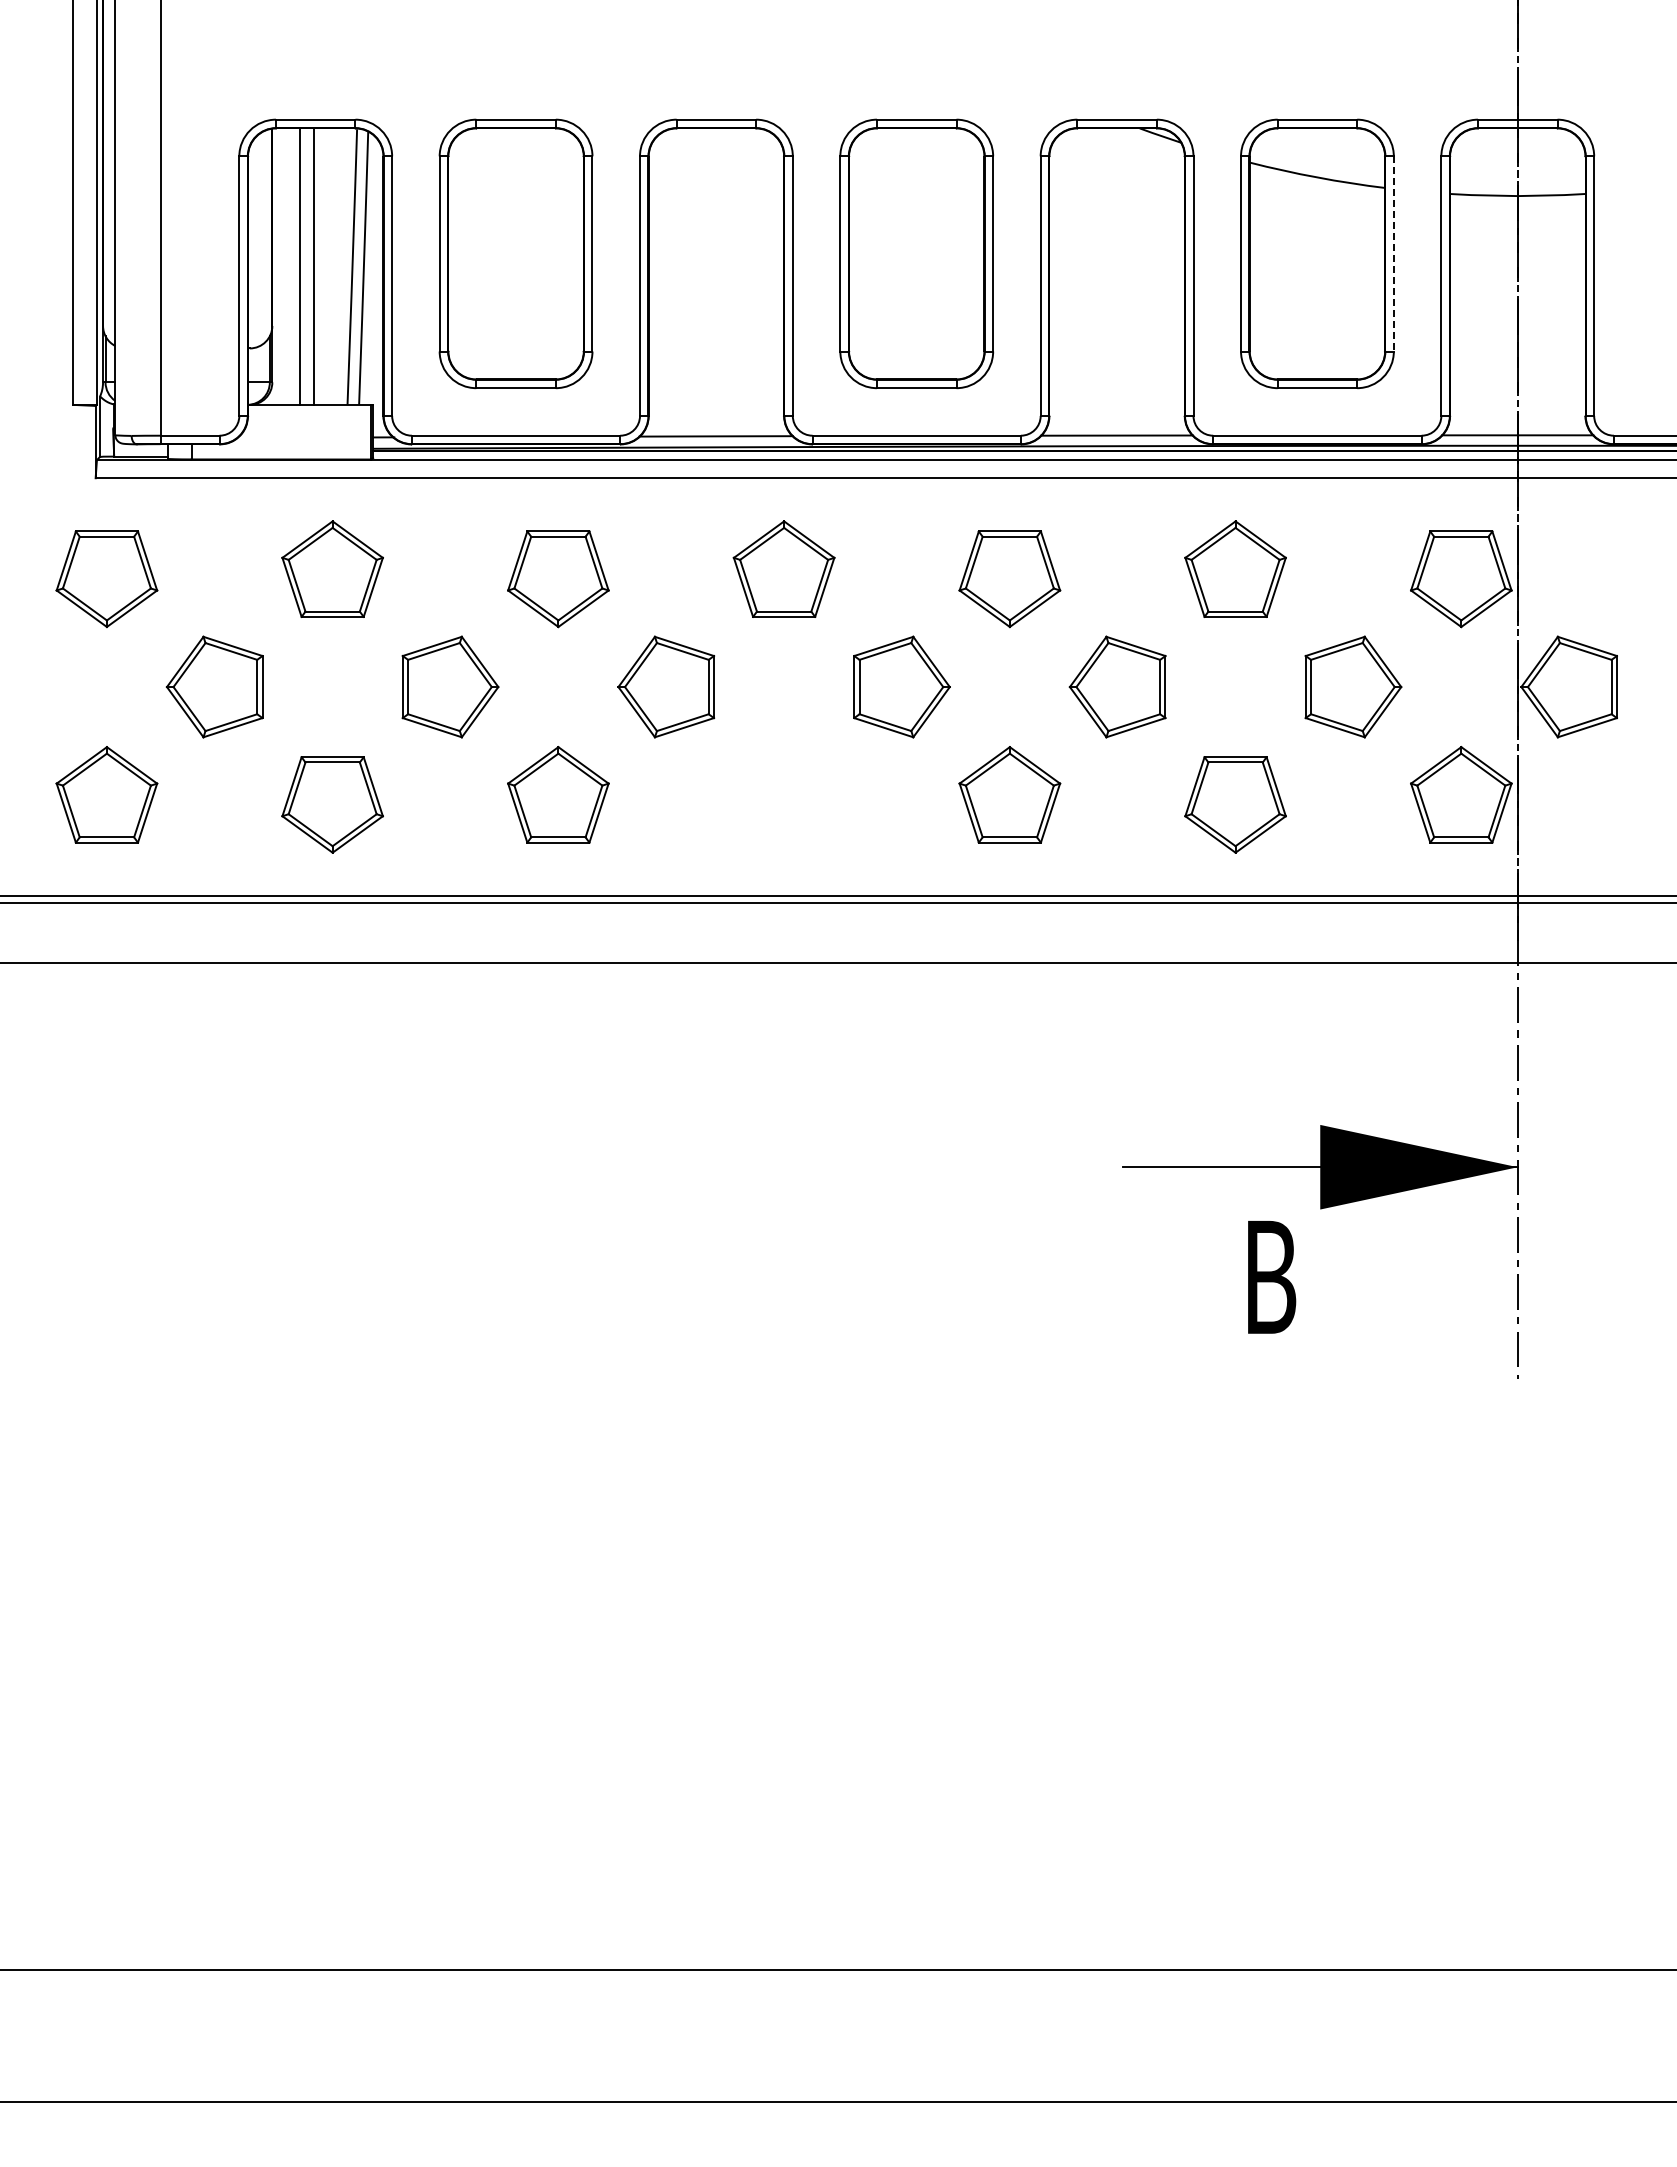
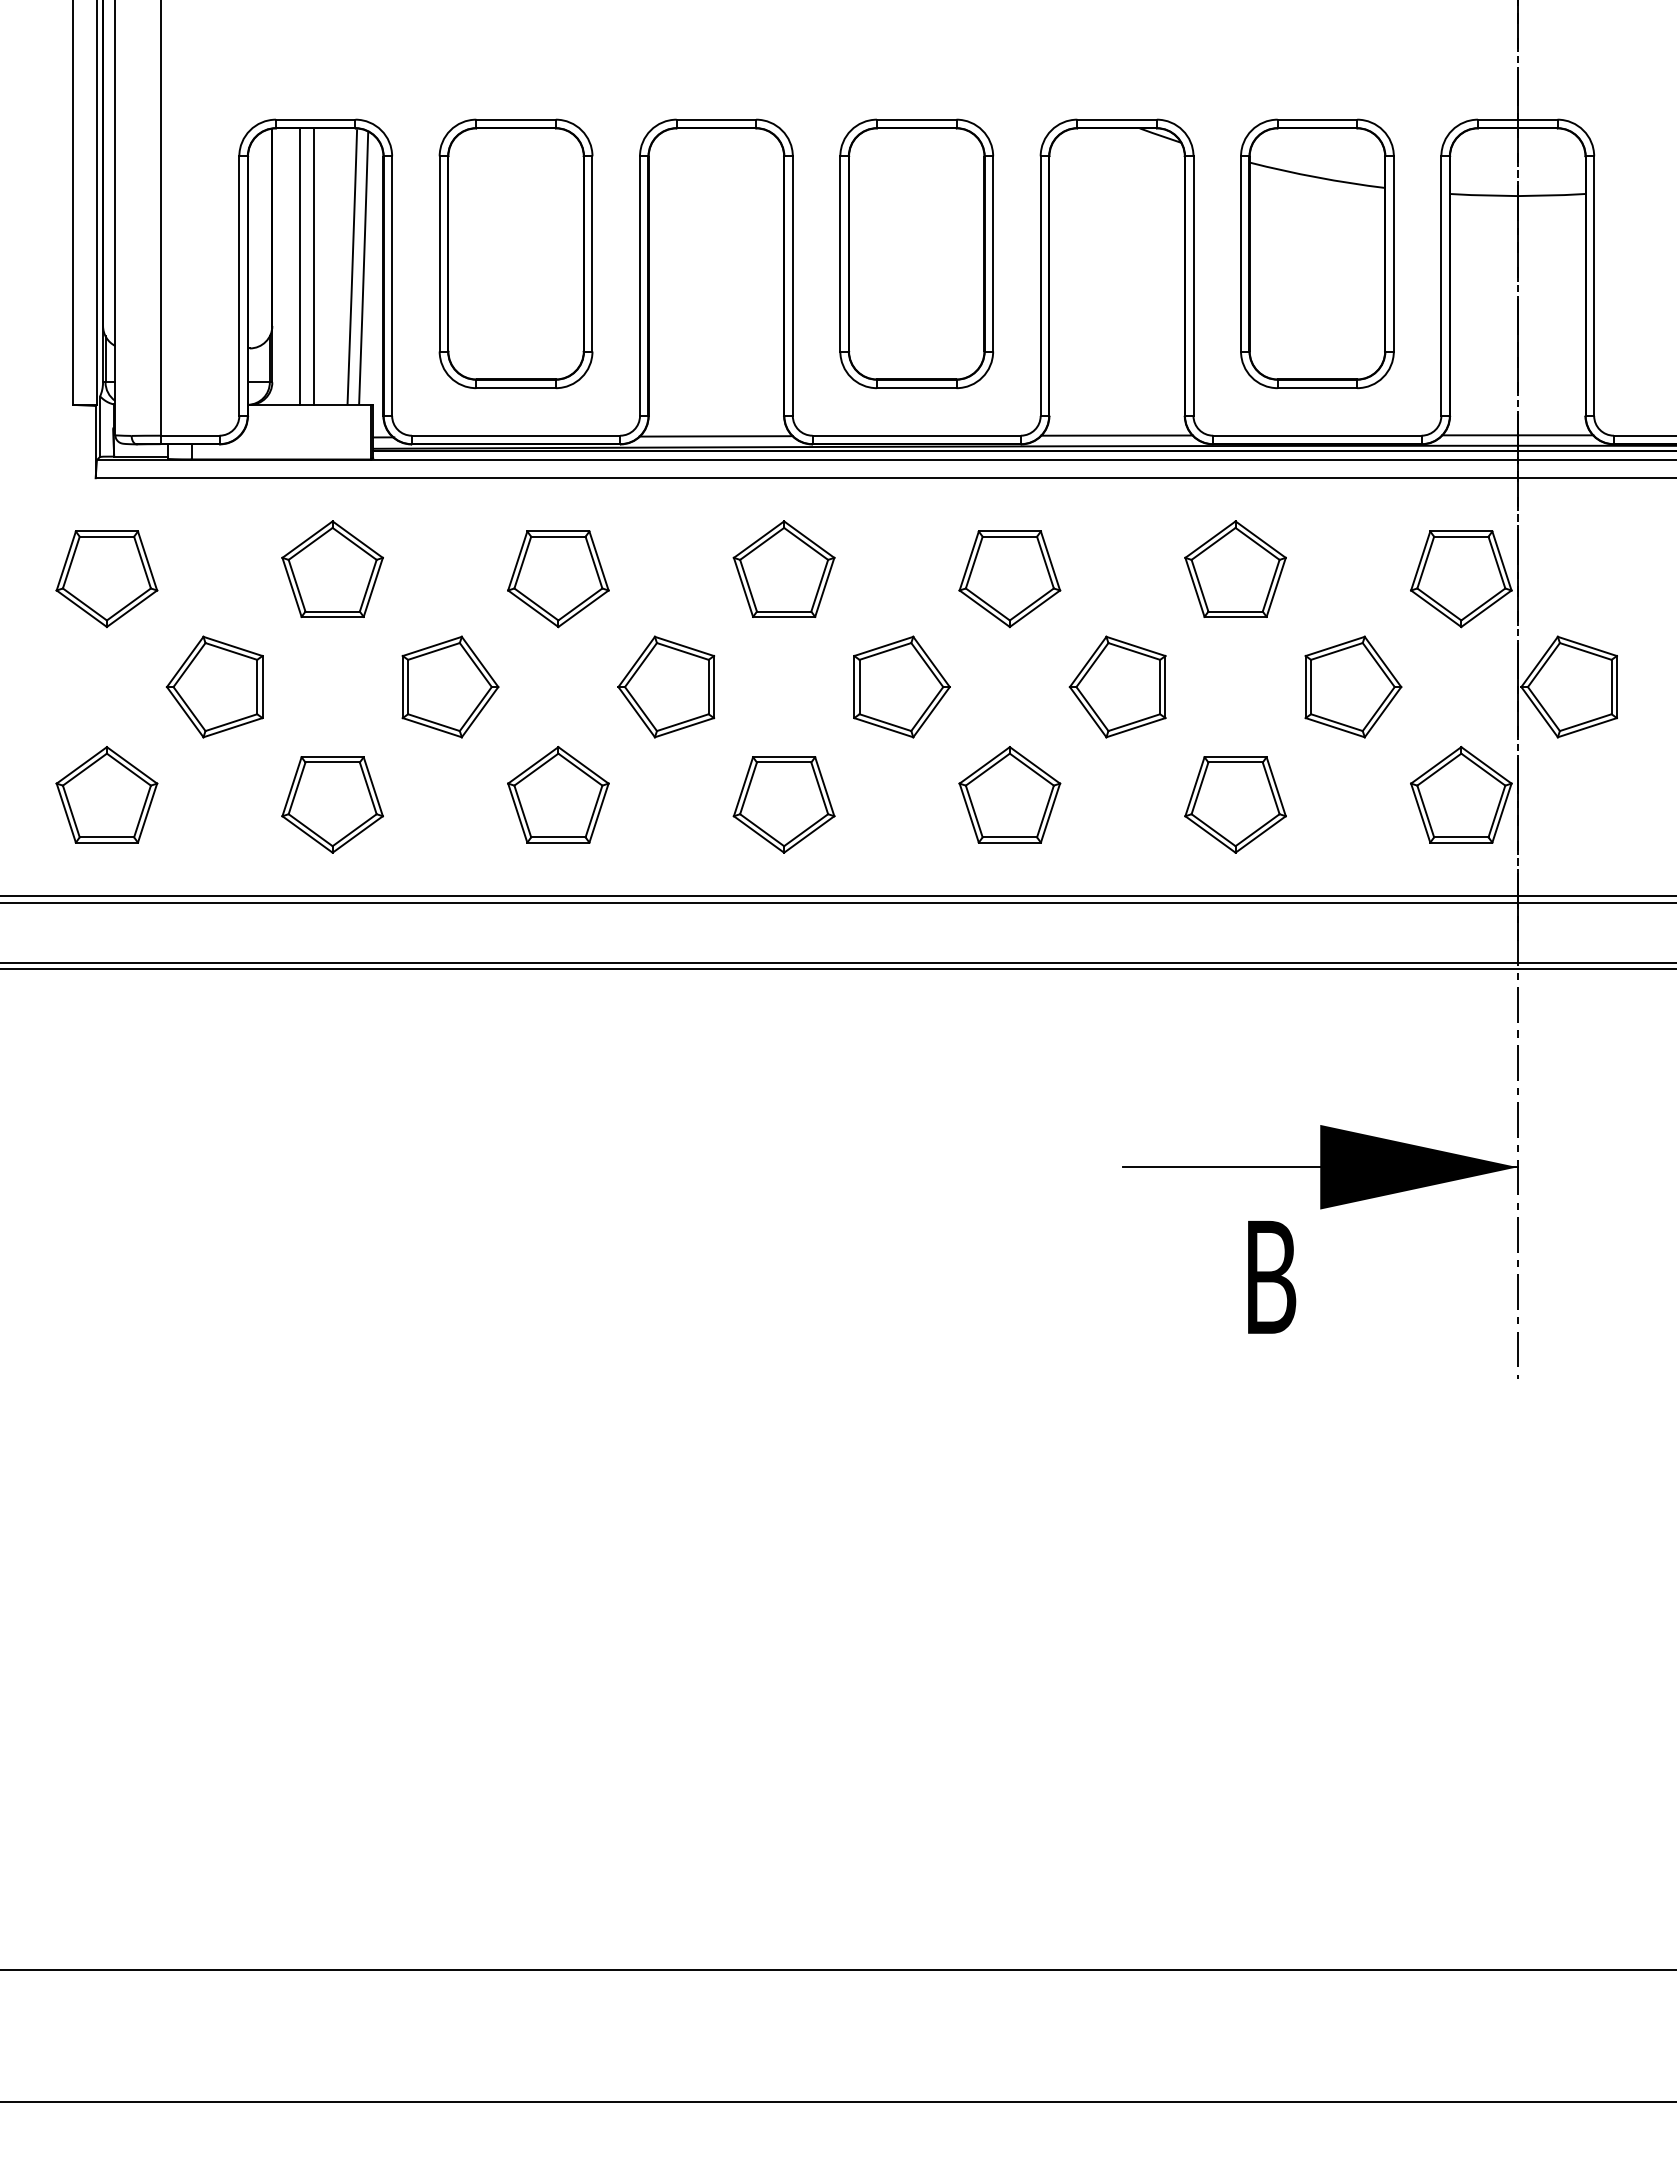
line at (1393, 253): dashed -> solid
part at (783, 804): none -> present
line at (837, 969): none -> present
